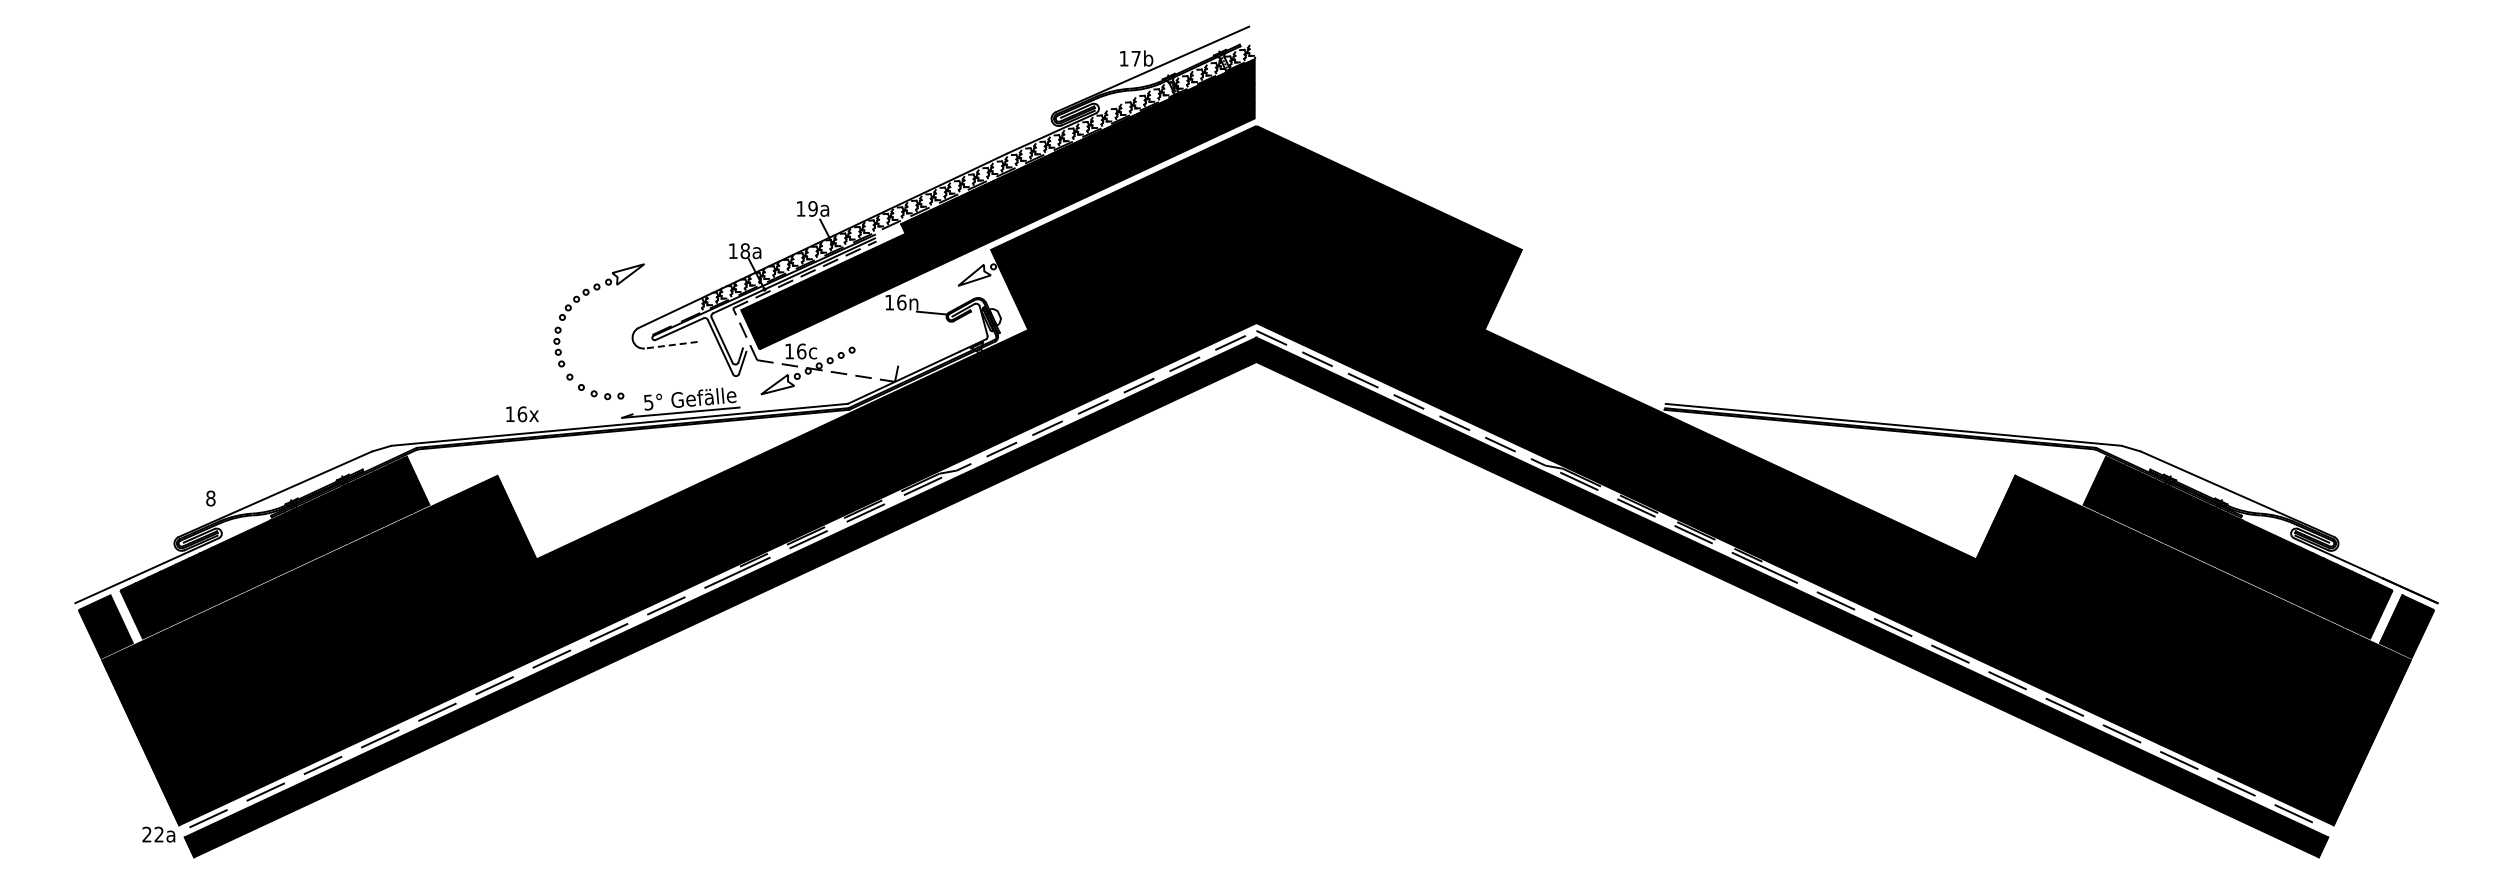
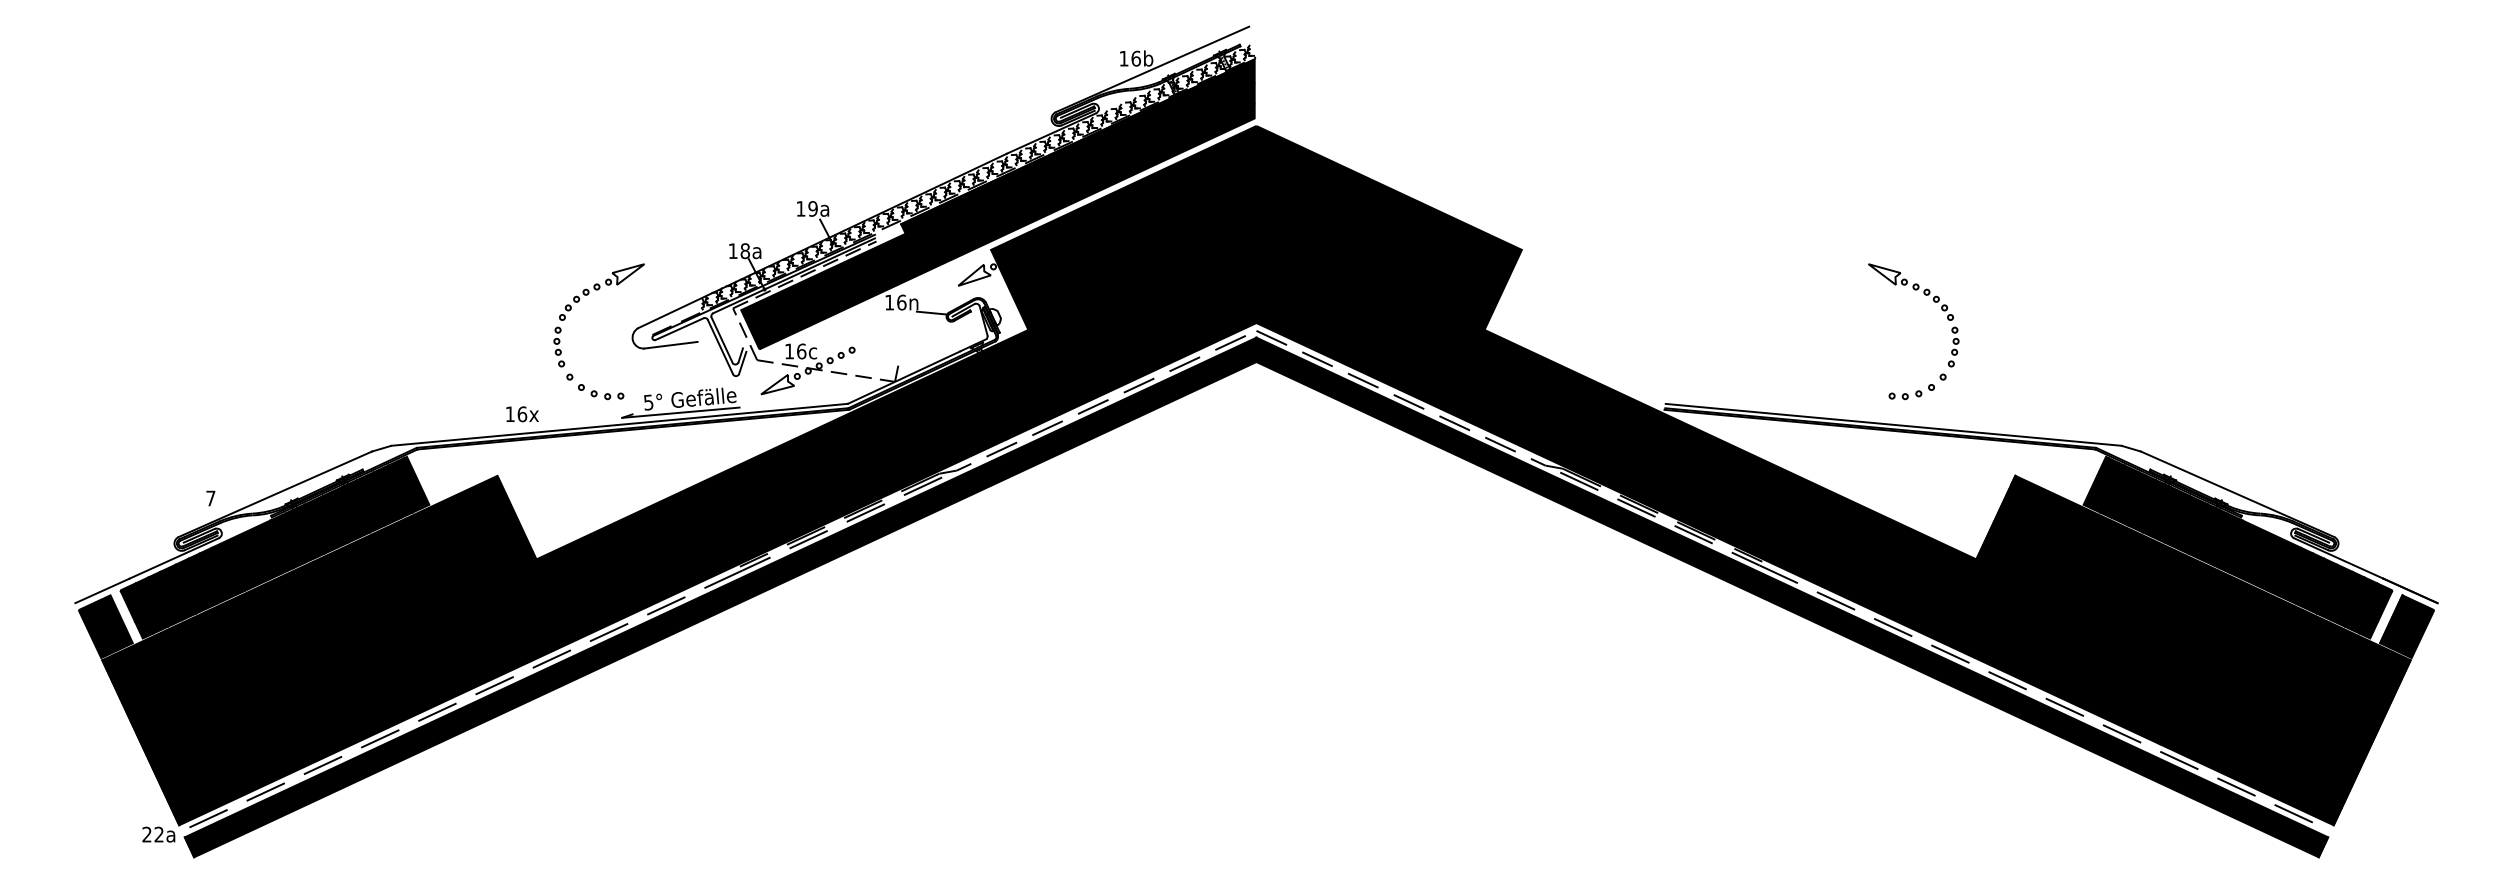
text at (1135, 58): 17b -> 16b
part at (1941, 309): none -> present
line at (670, 345): dashed -> solid
text at (210, 498): 8 -> 7
